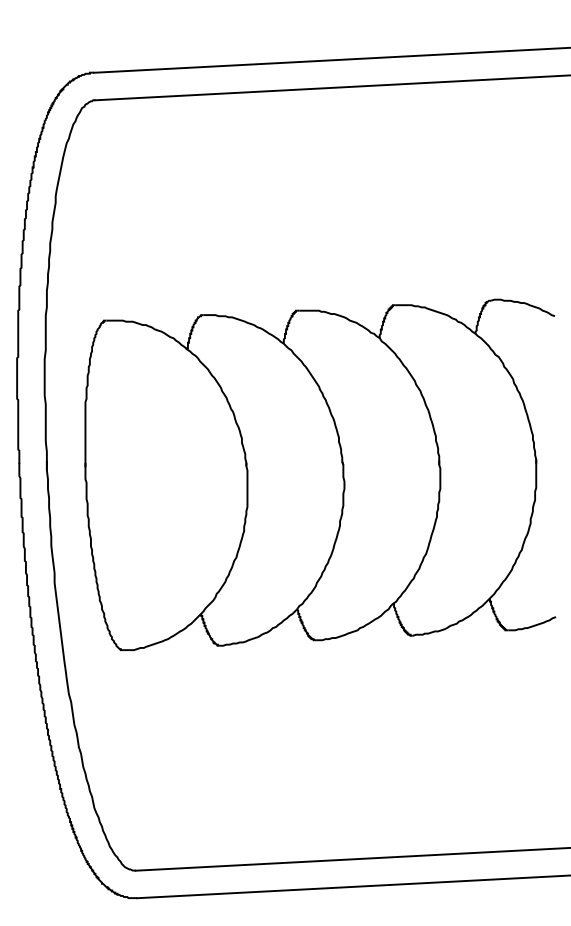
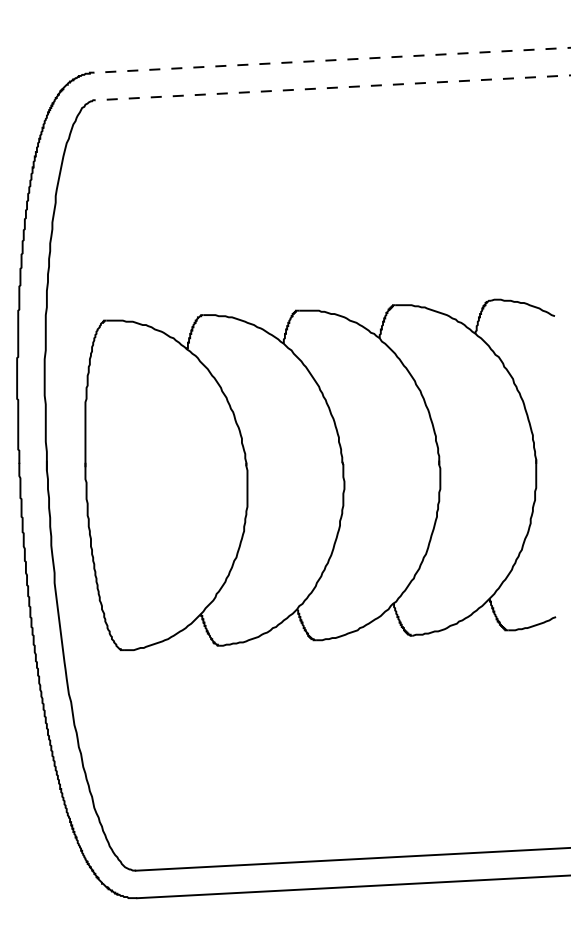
line at (332, 60): solid -> dashed
line at (332, 87): solid -> dashed
